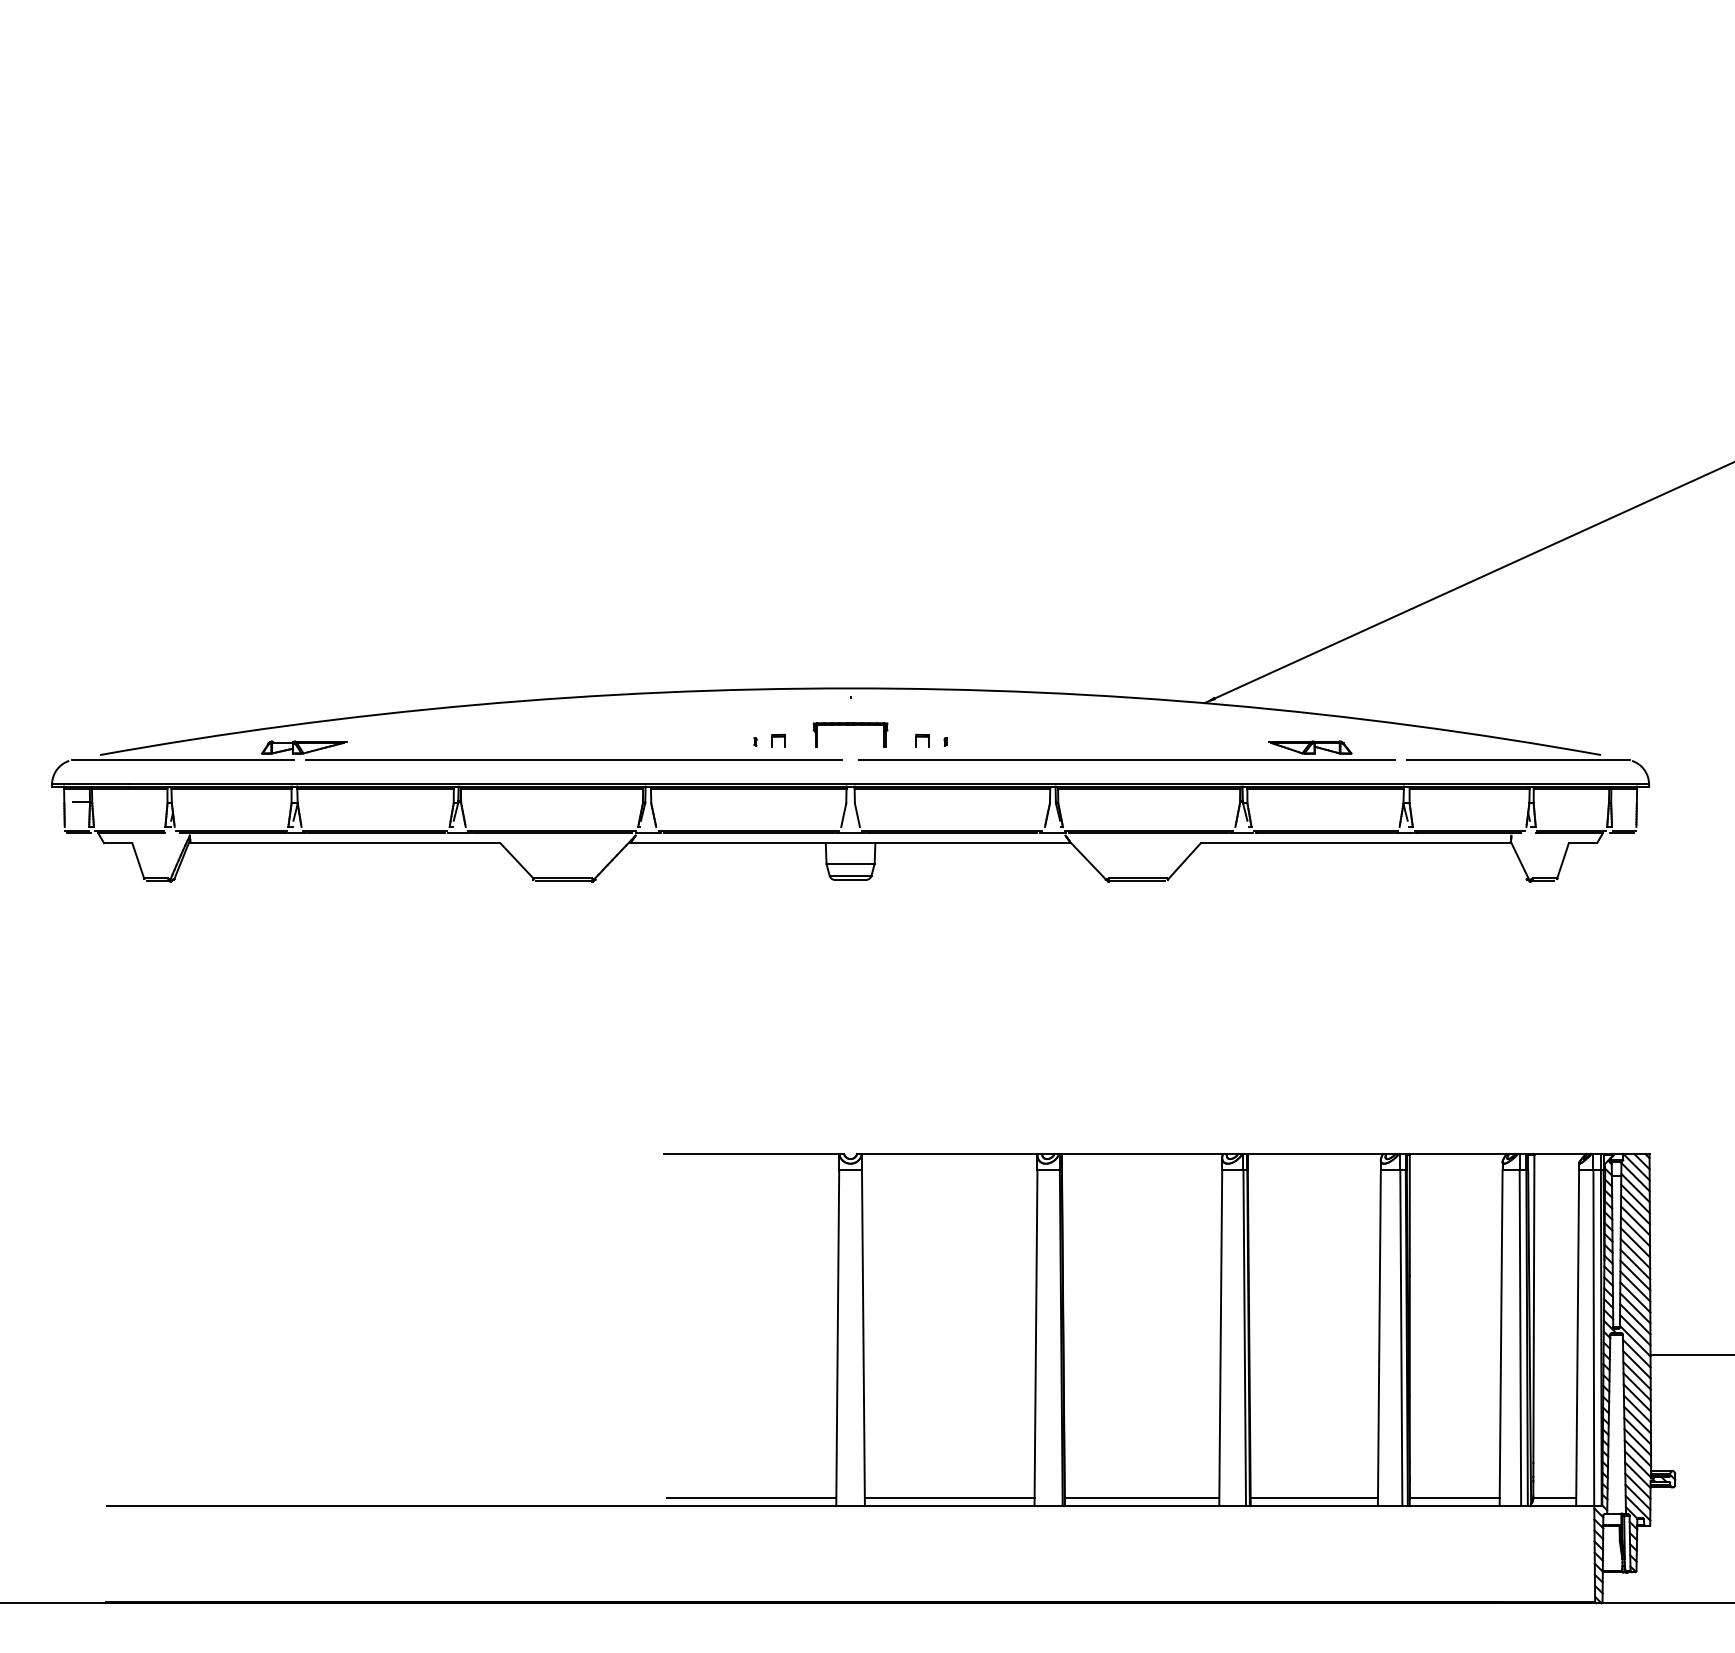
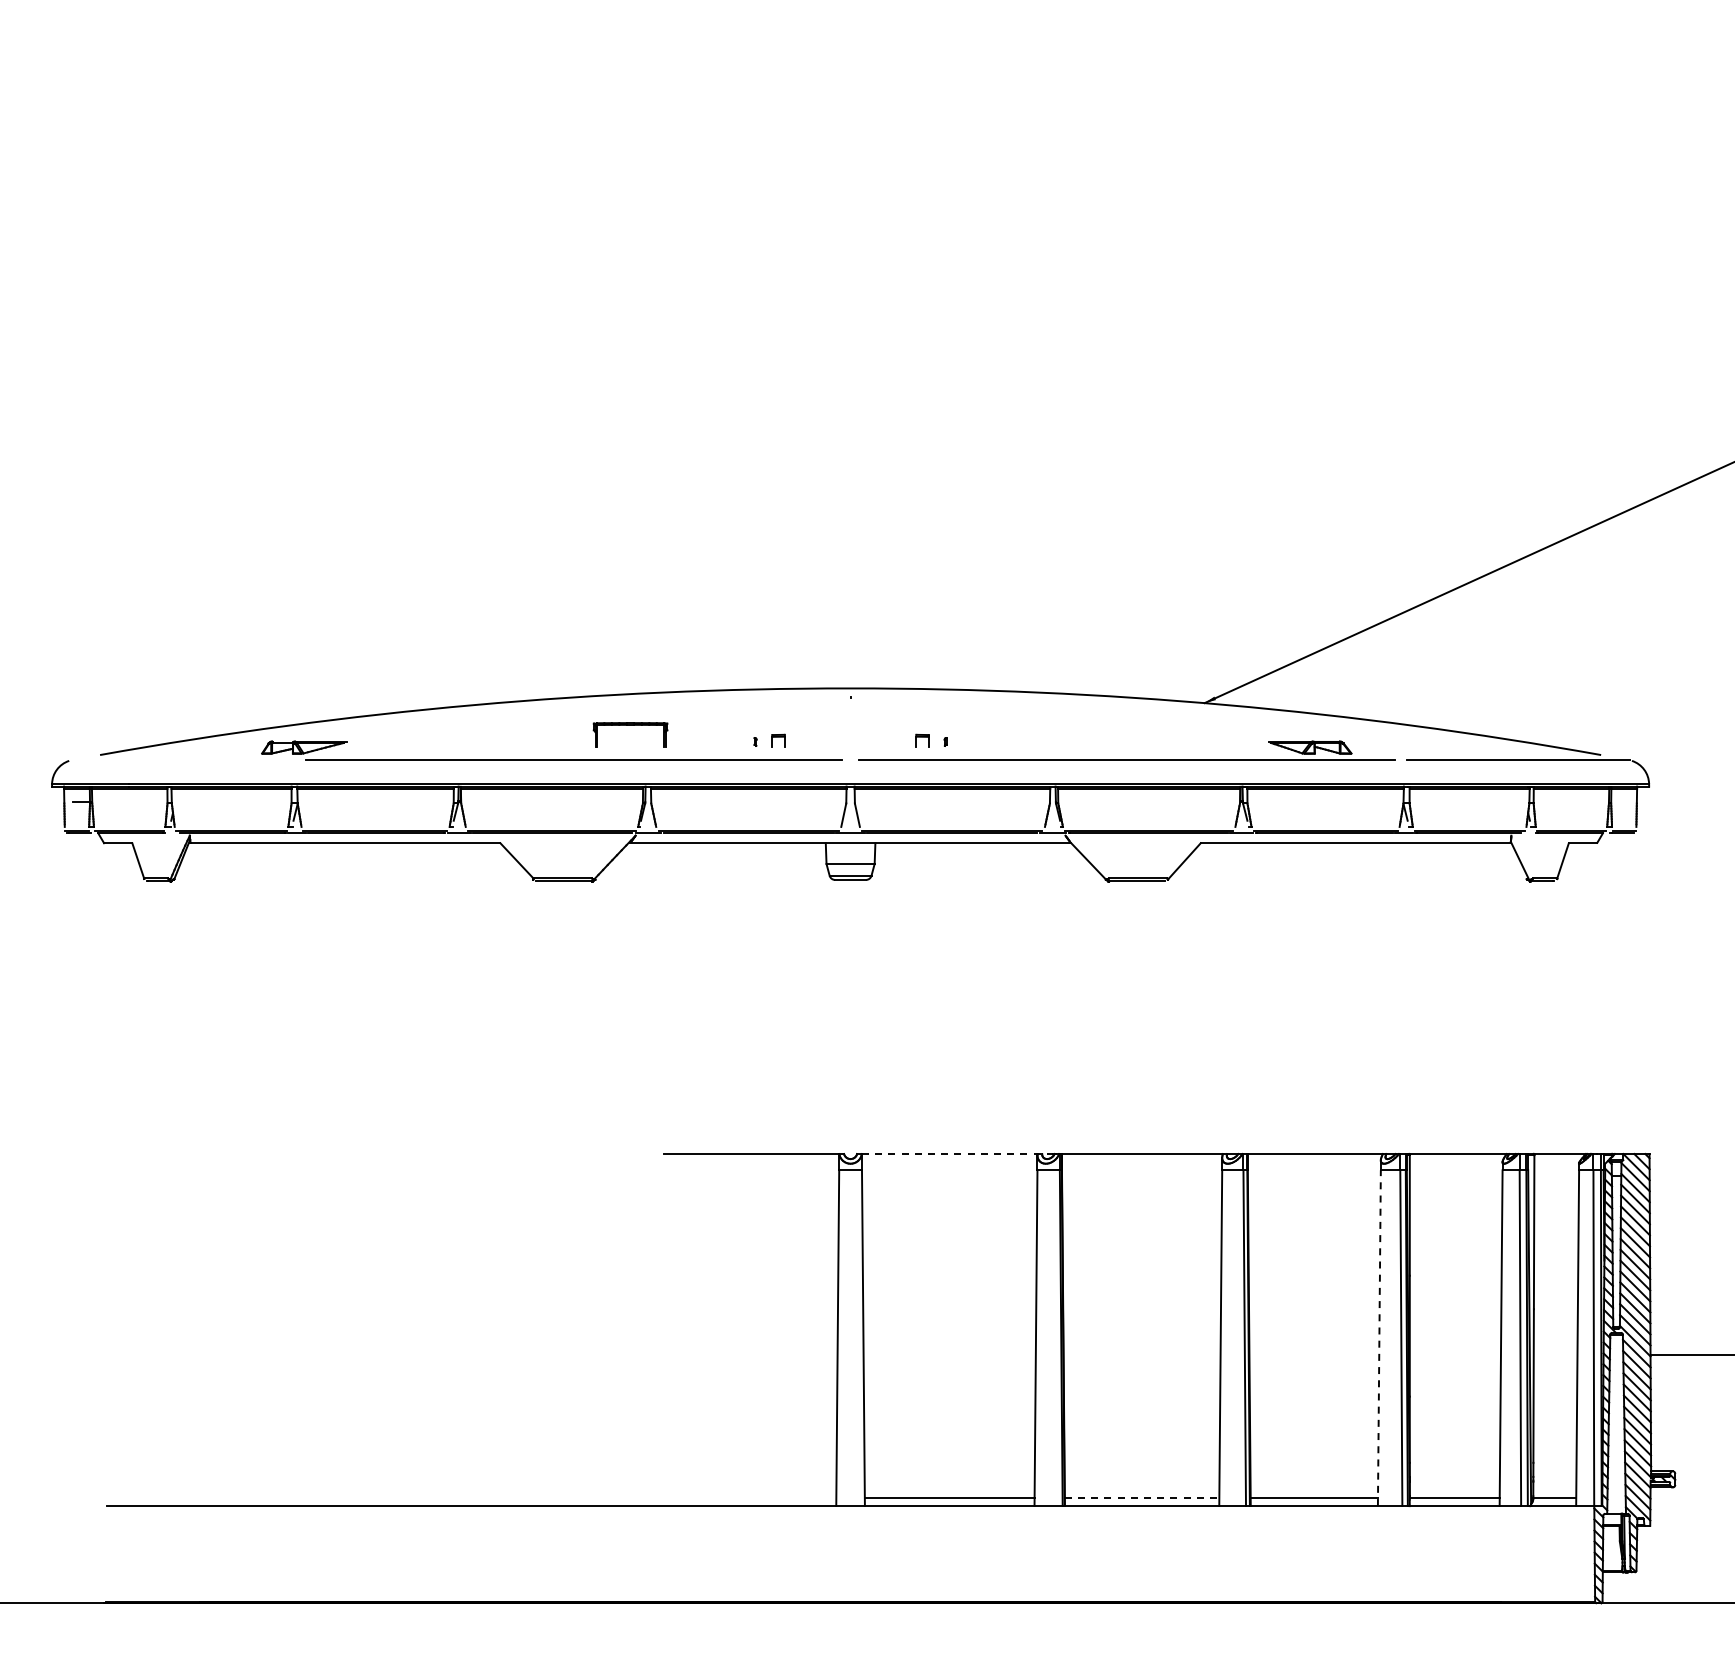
part at (850, 725) position: (850, 725) -> (630, 725)
line at (182, 760): present -> none
line at (957, 1154): solid -> dashed
line at (1379, 1338): solid -> dashed
line at (751, 1498): present -> none
line at (1142, 1498): solid -> dashed
